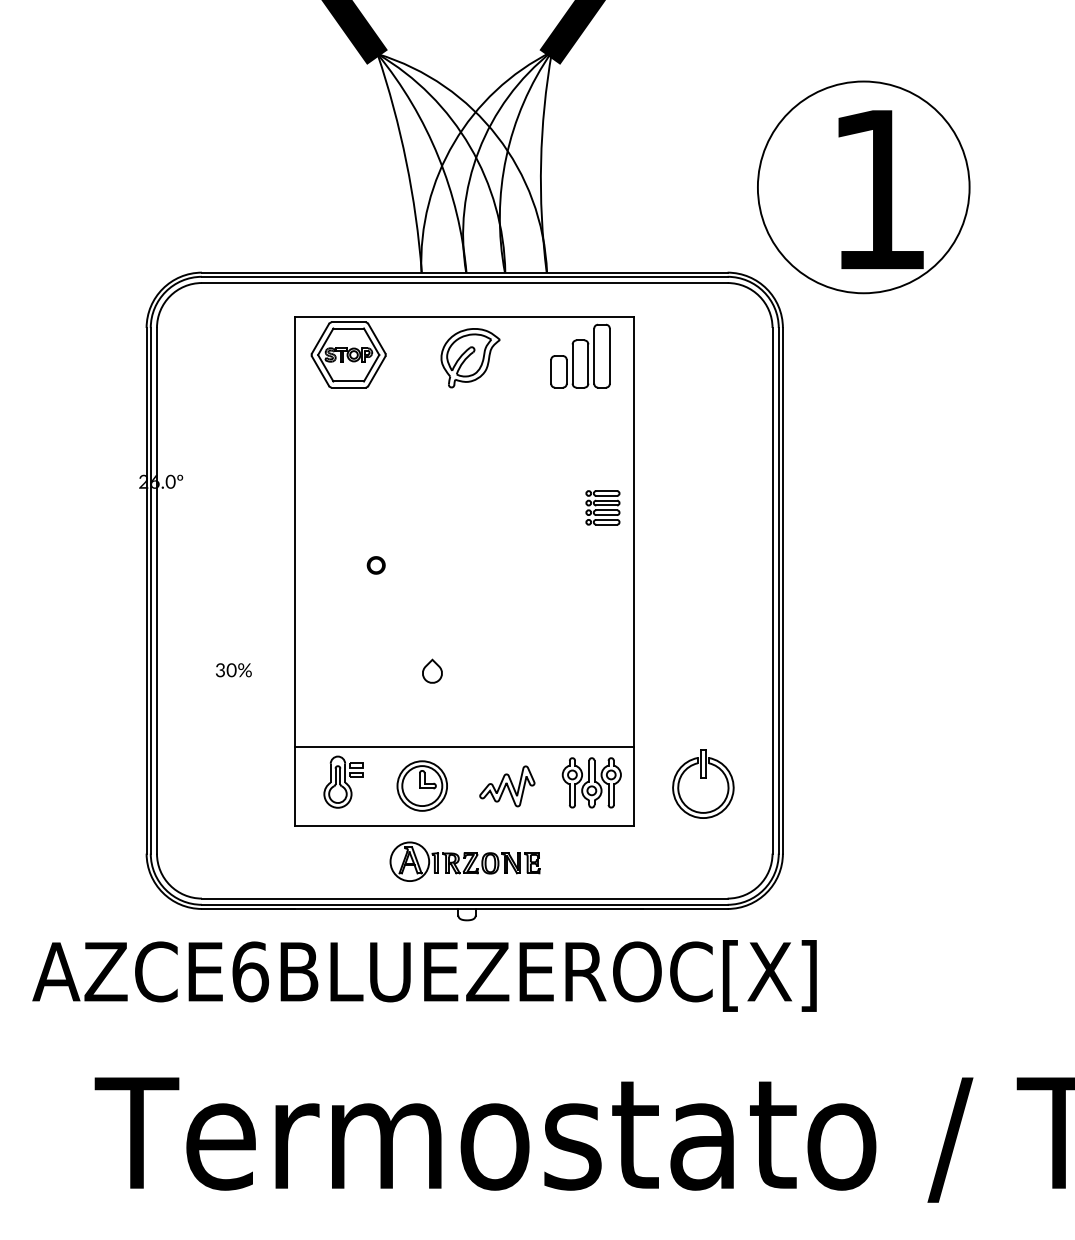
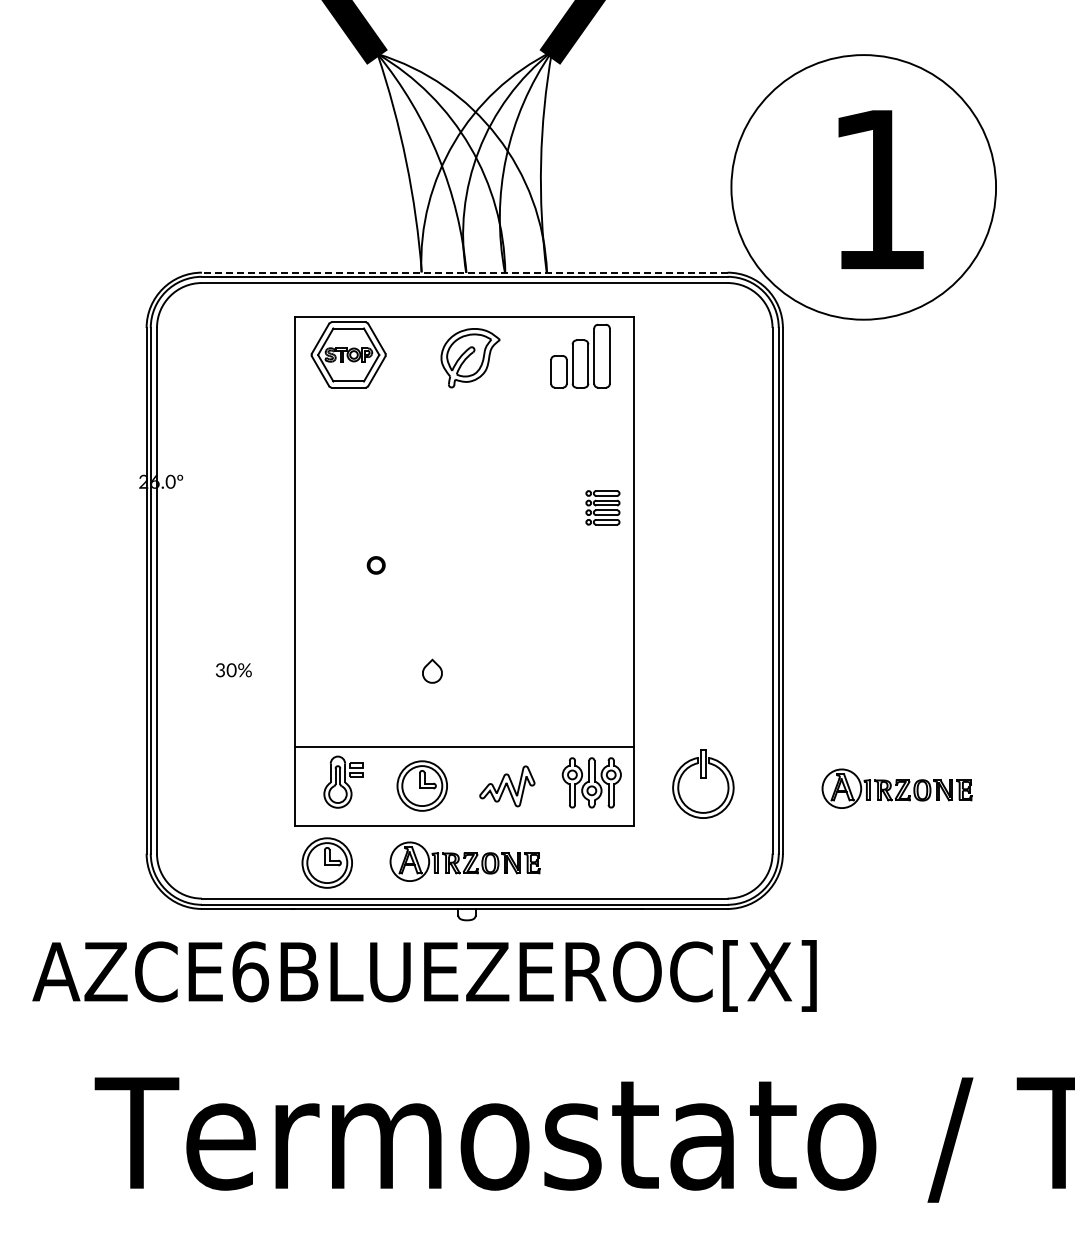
circle at (863, 187) diameter: 212 px -> 265 px
line at (464, 272): solid -> dashed
part at (896, 788): none -> present
part at (326, 862): none -> present
